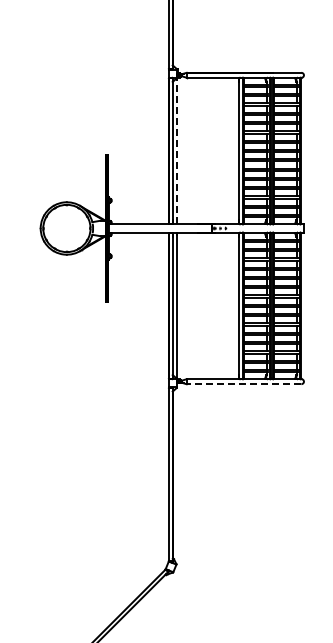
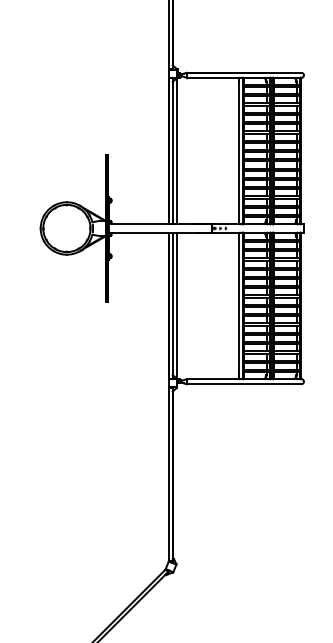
line at (177, 150): dashed -> solid
line at (243, 384): dashed -> solid
